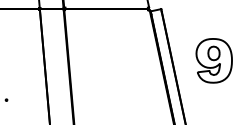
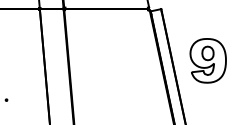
part at (213, 60) position: (213, 60) -> (207, 60)
